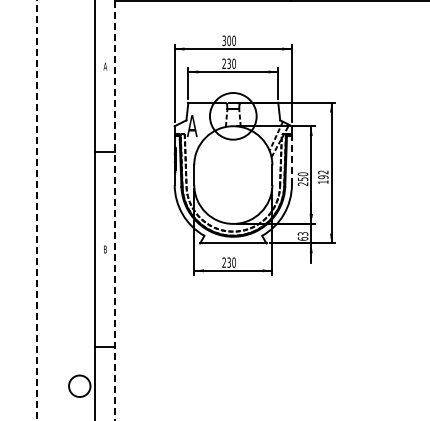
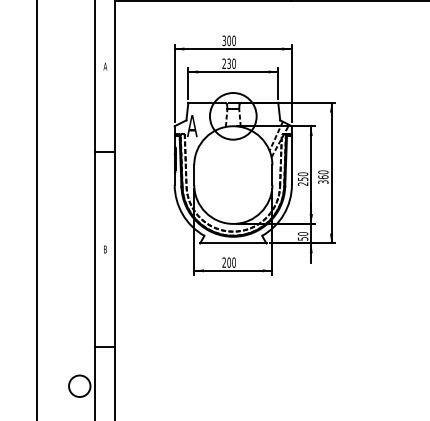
line at (291, 160): dashed -> solid
text at (323, 176): 192 -> 360
line at (36, 210): dashed -> solid
line at (114, 211): dashed -> solid
text at (302, 236): 63 -> 50
text at (229, 262): 230 -> 200
